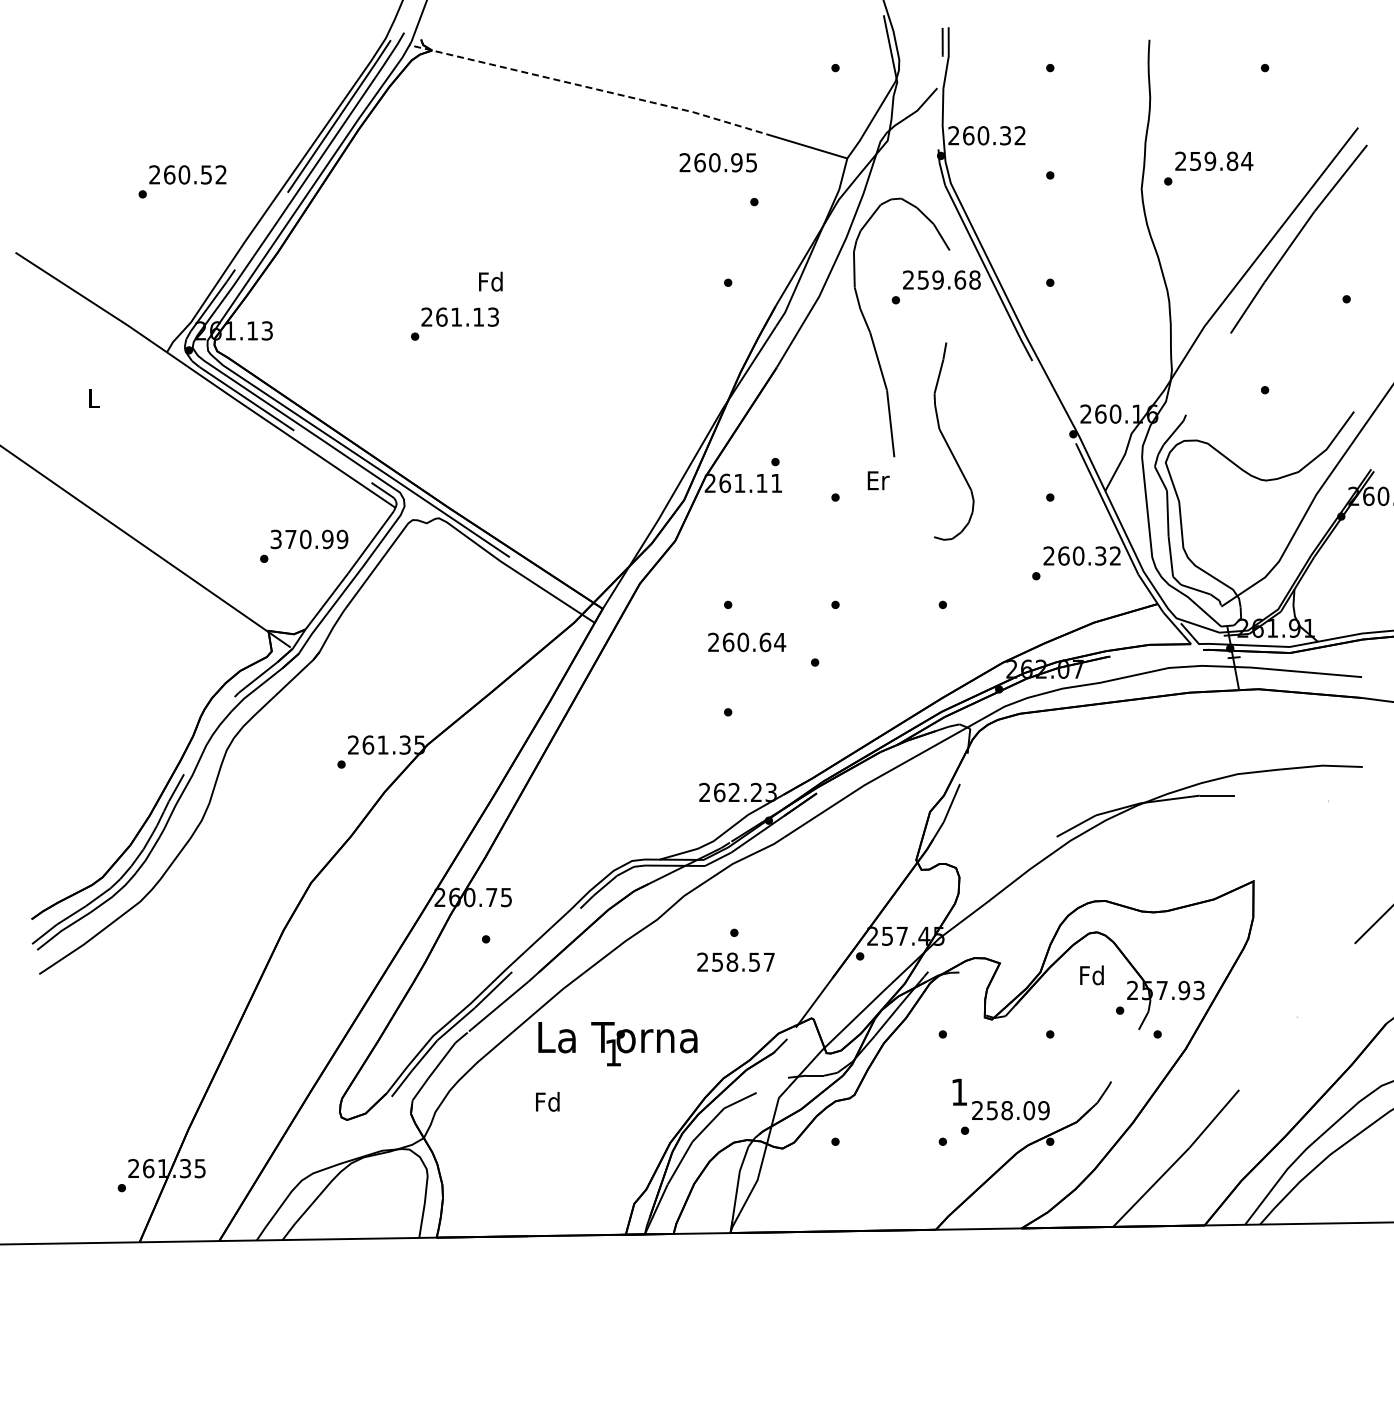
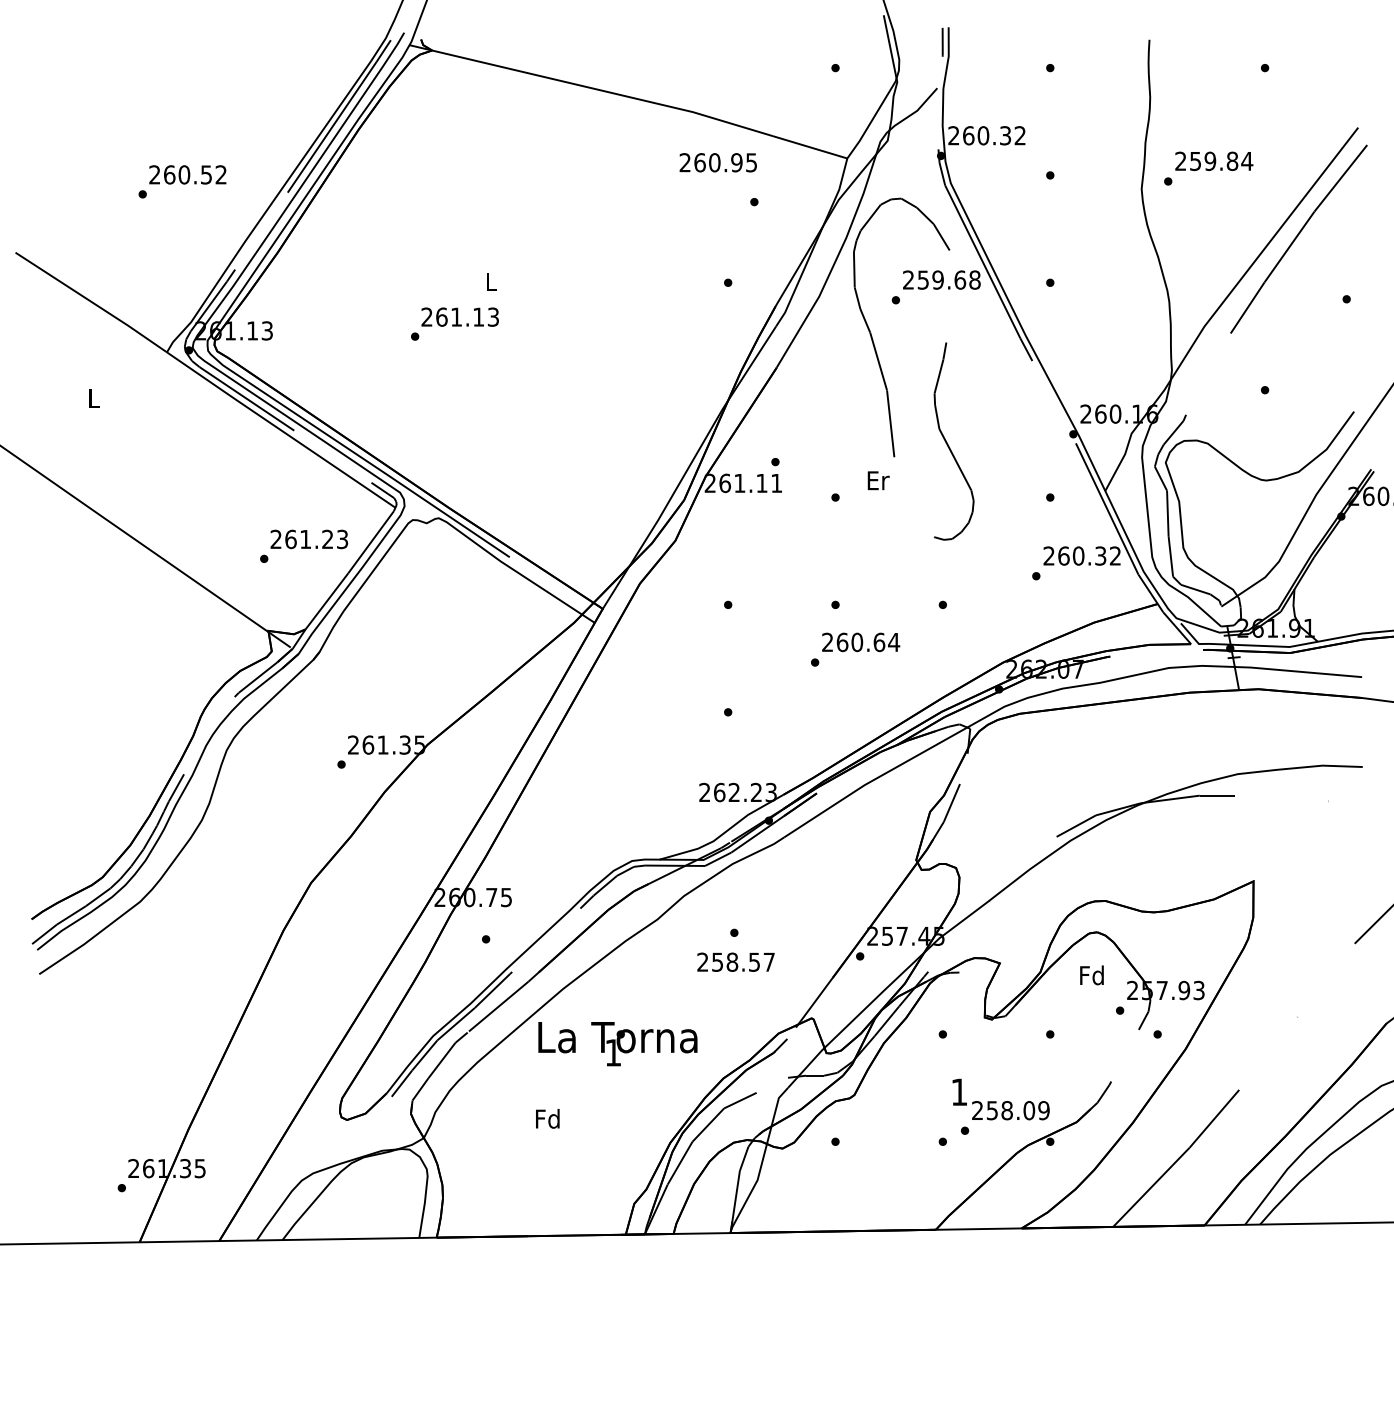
line at (592, 88): dashed -> solid
text at (490, 281): Fd -> L
text at (309, 539): 370.99 -> 261.23
text at (747, 642) position: (747, 642) -> (861, 642)
text at (547, 1101) position: (547, 1101) -> (547, 1118)
